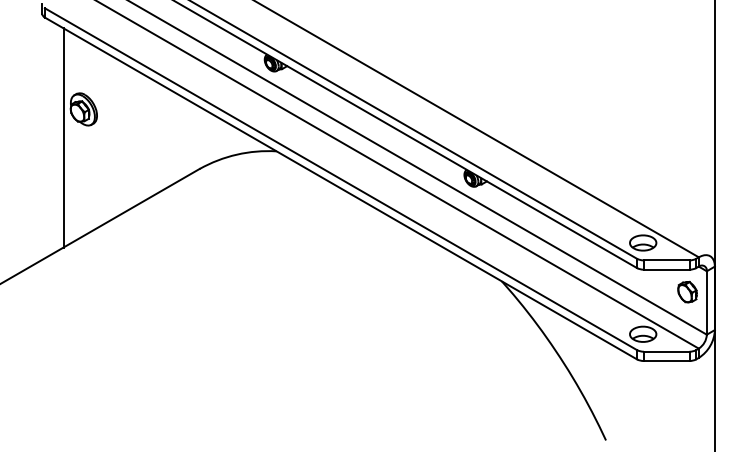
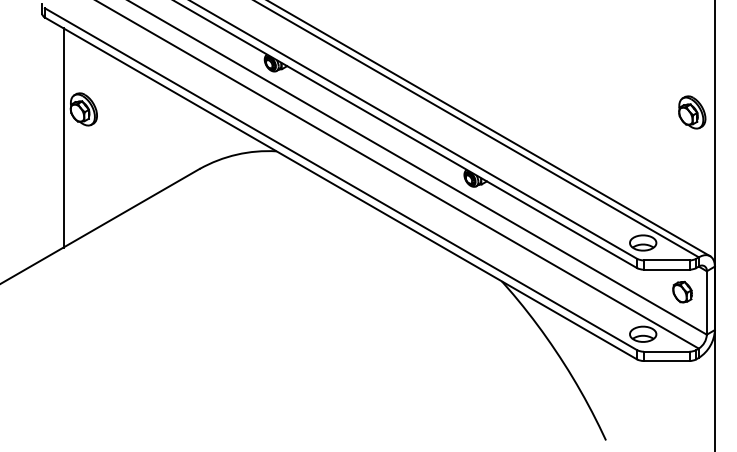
part at (692, 112): none -> present
line at (490, 129): none -> present
part at (687, 291) position: (687, 291) -> (682, 291)
